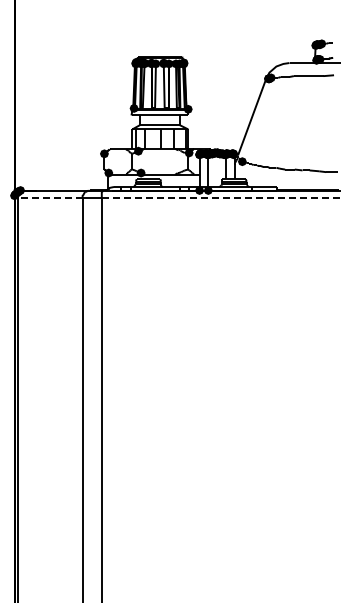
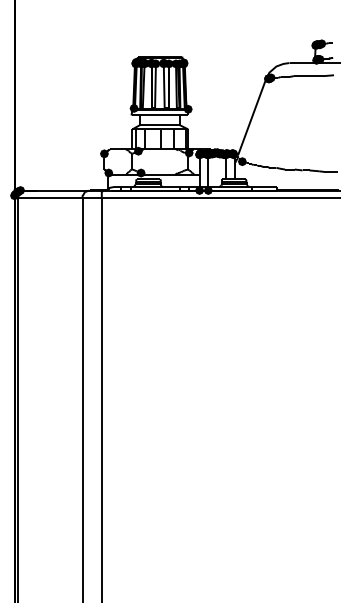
line at (49, 198): dashed -> solid
line at (221, 198): dashed -> solid
